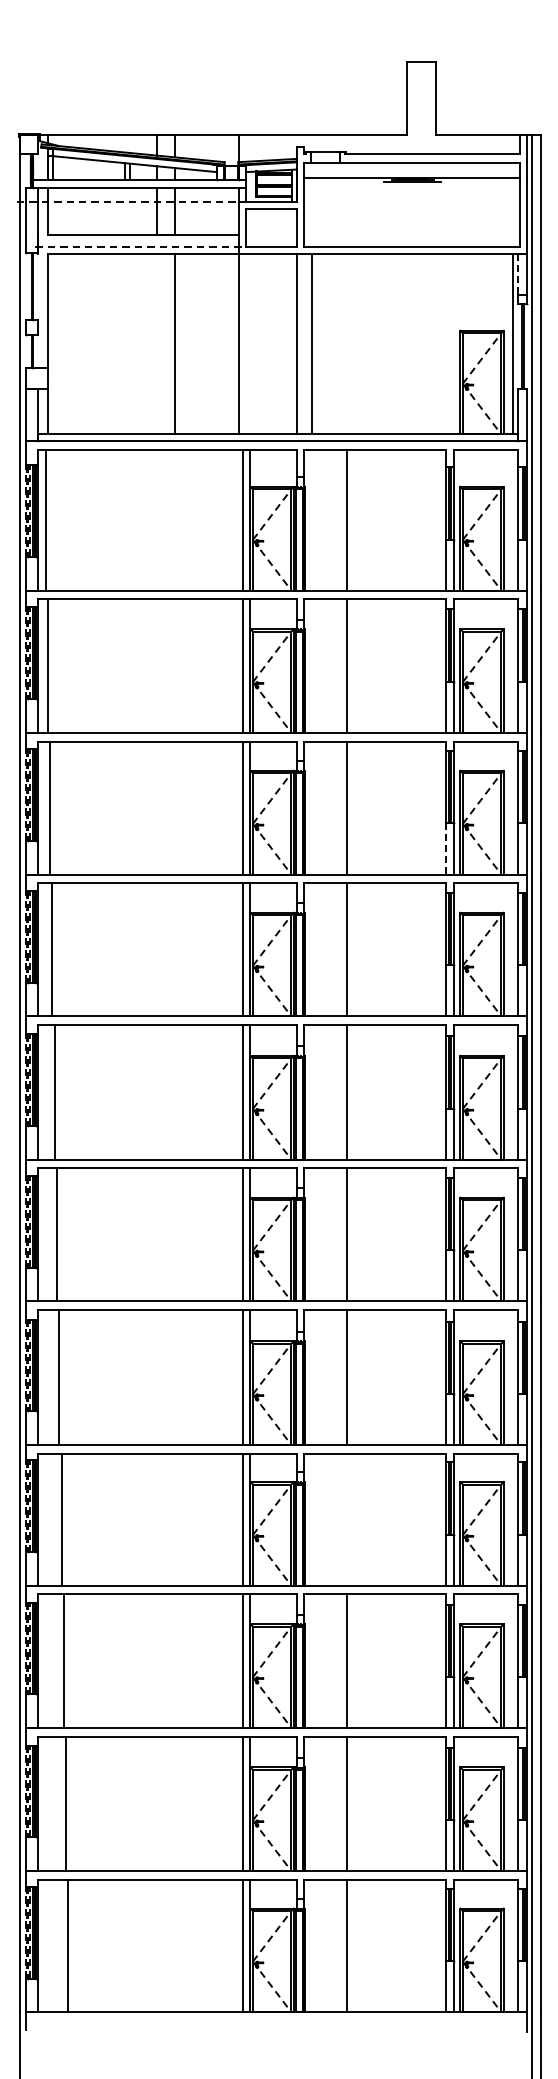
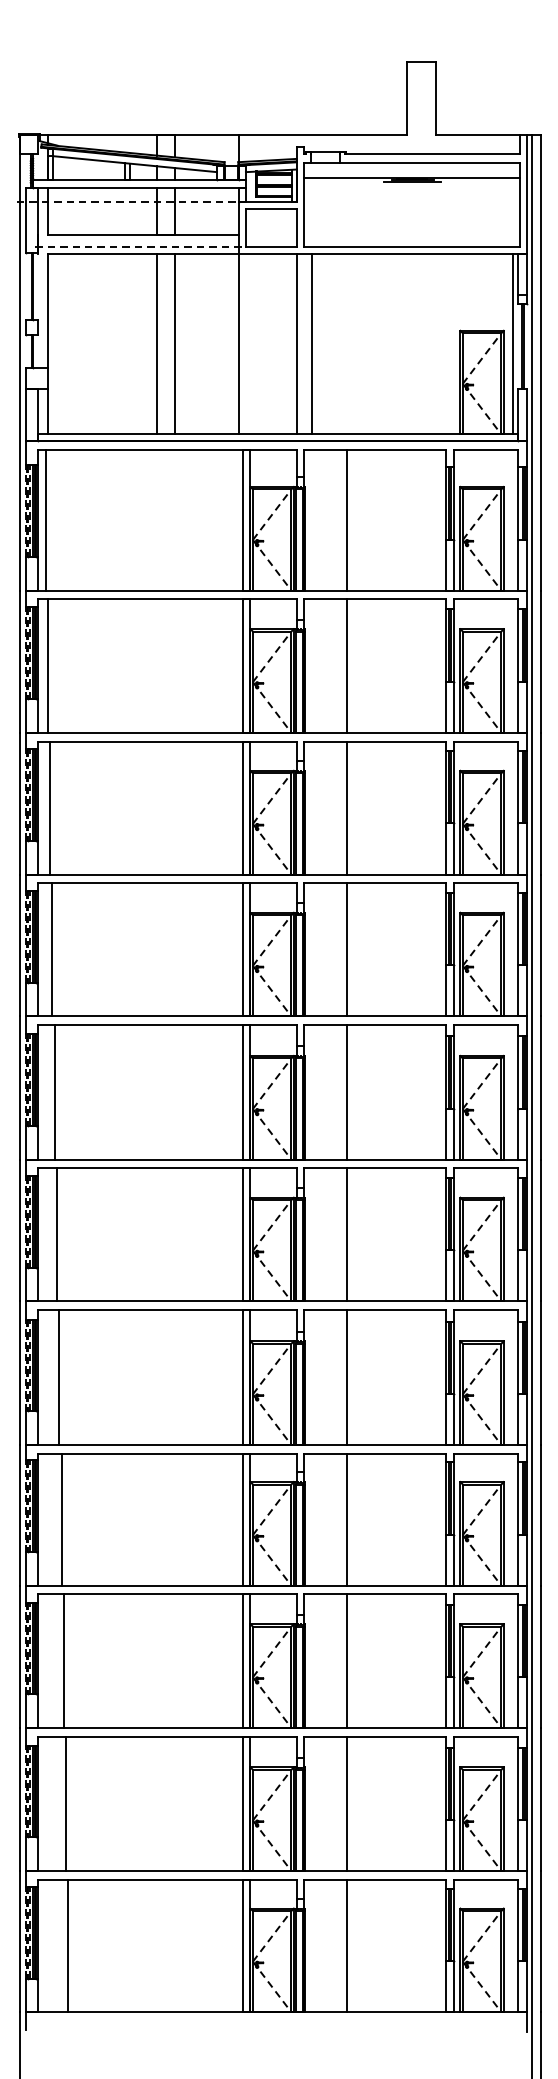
line at (518, 274): dashed -> solid
line at (157, 344): none -> present
line at (446, 848): dashed -> solid
line at (347, 1519): none -> present
